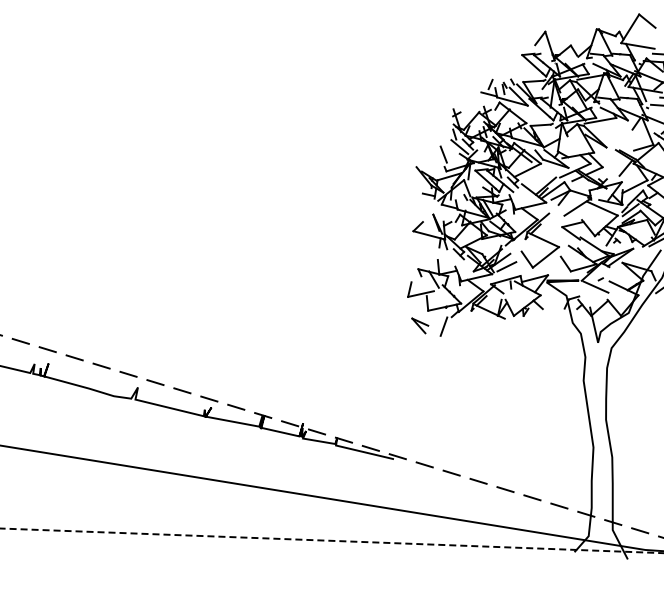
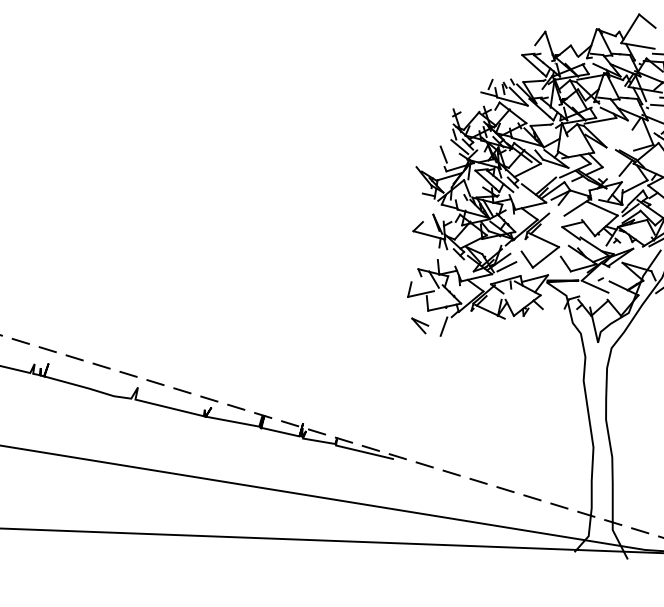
line at (331, 540): dashed -> solid
